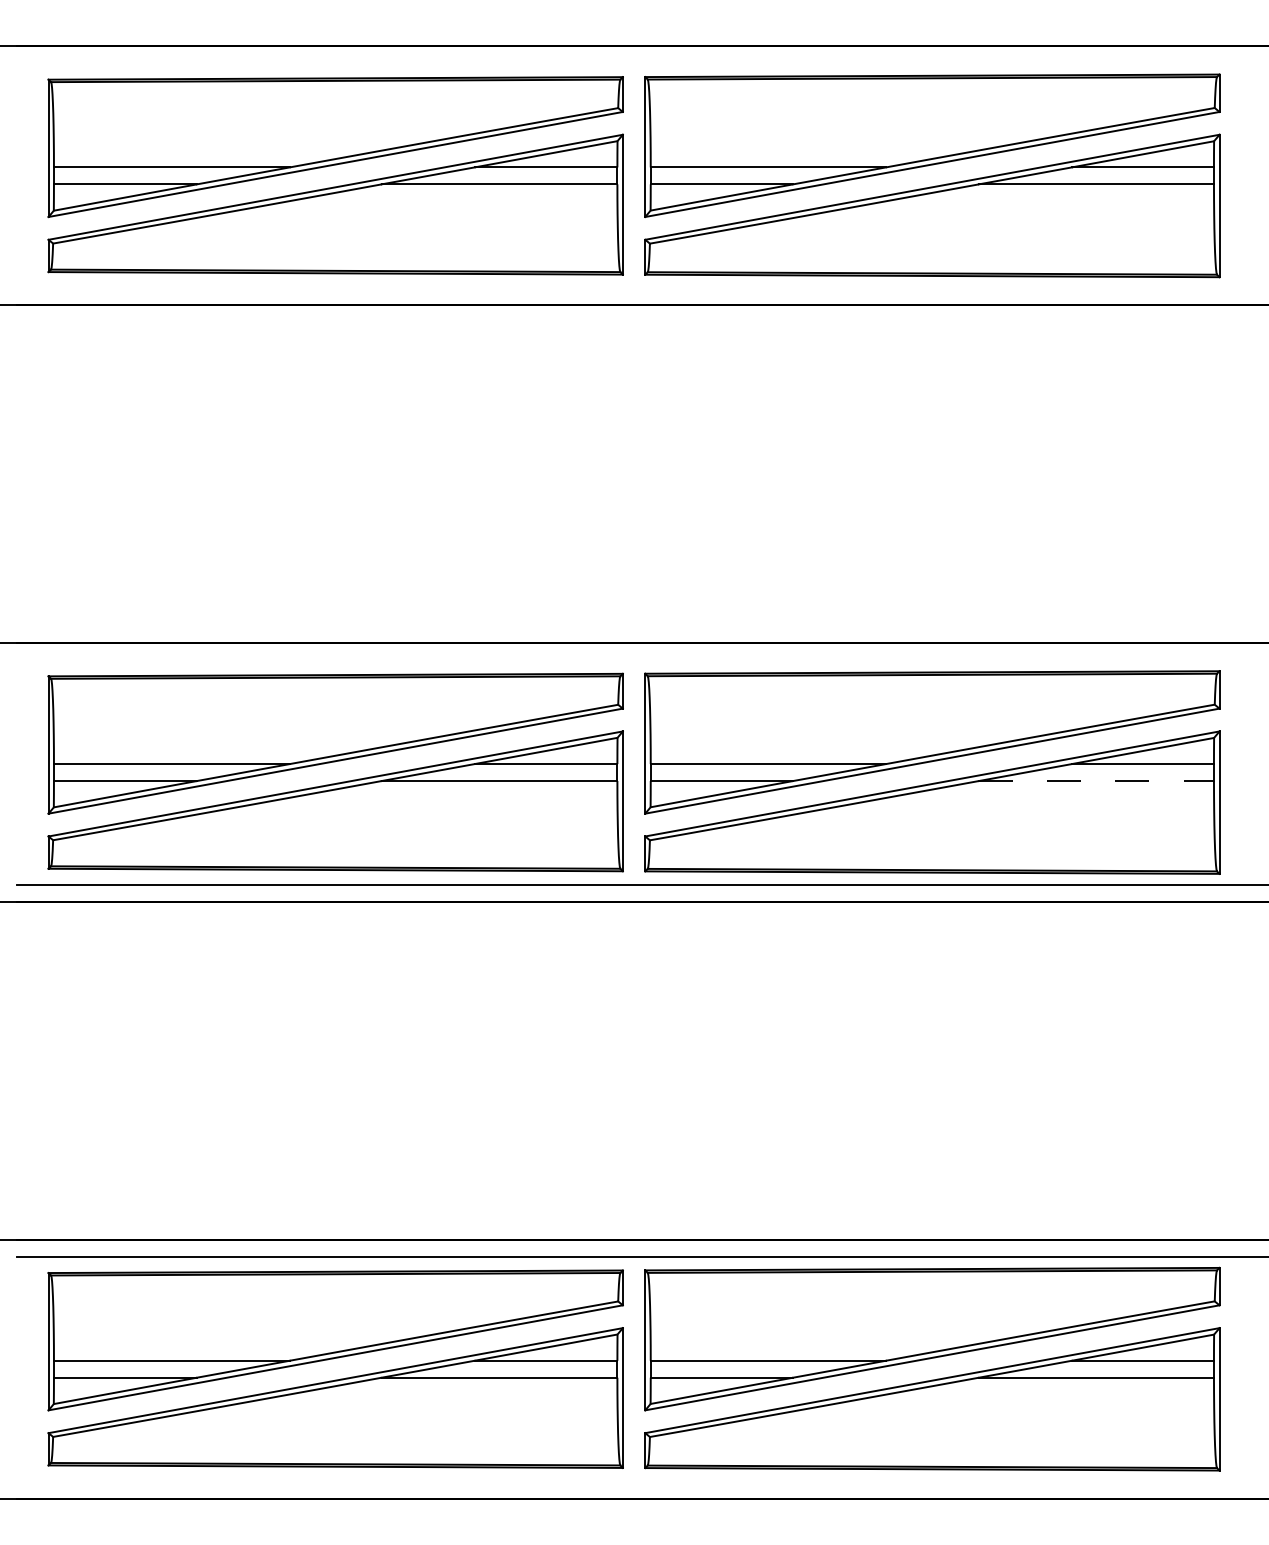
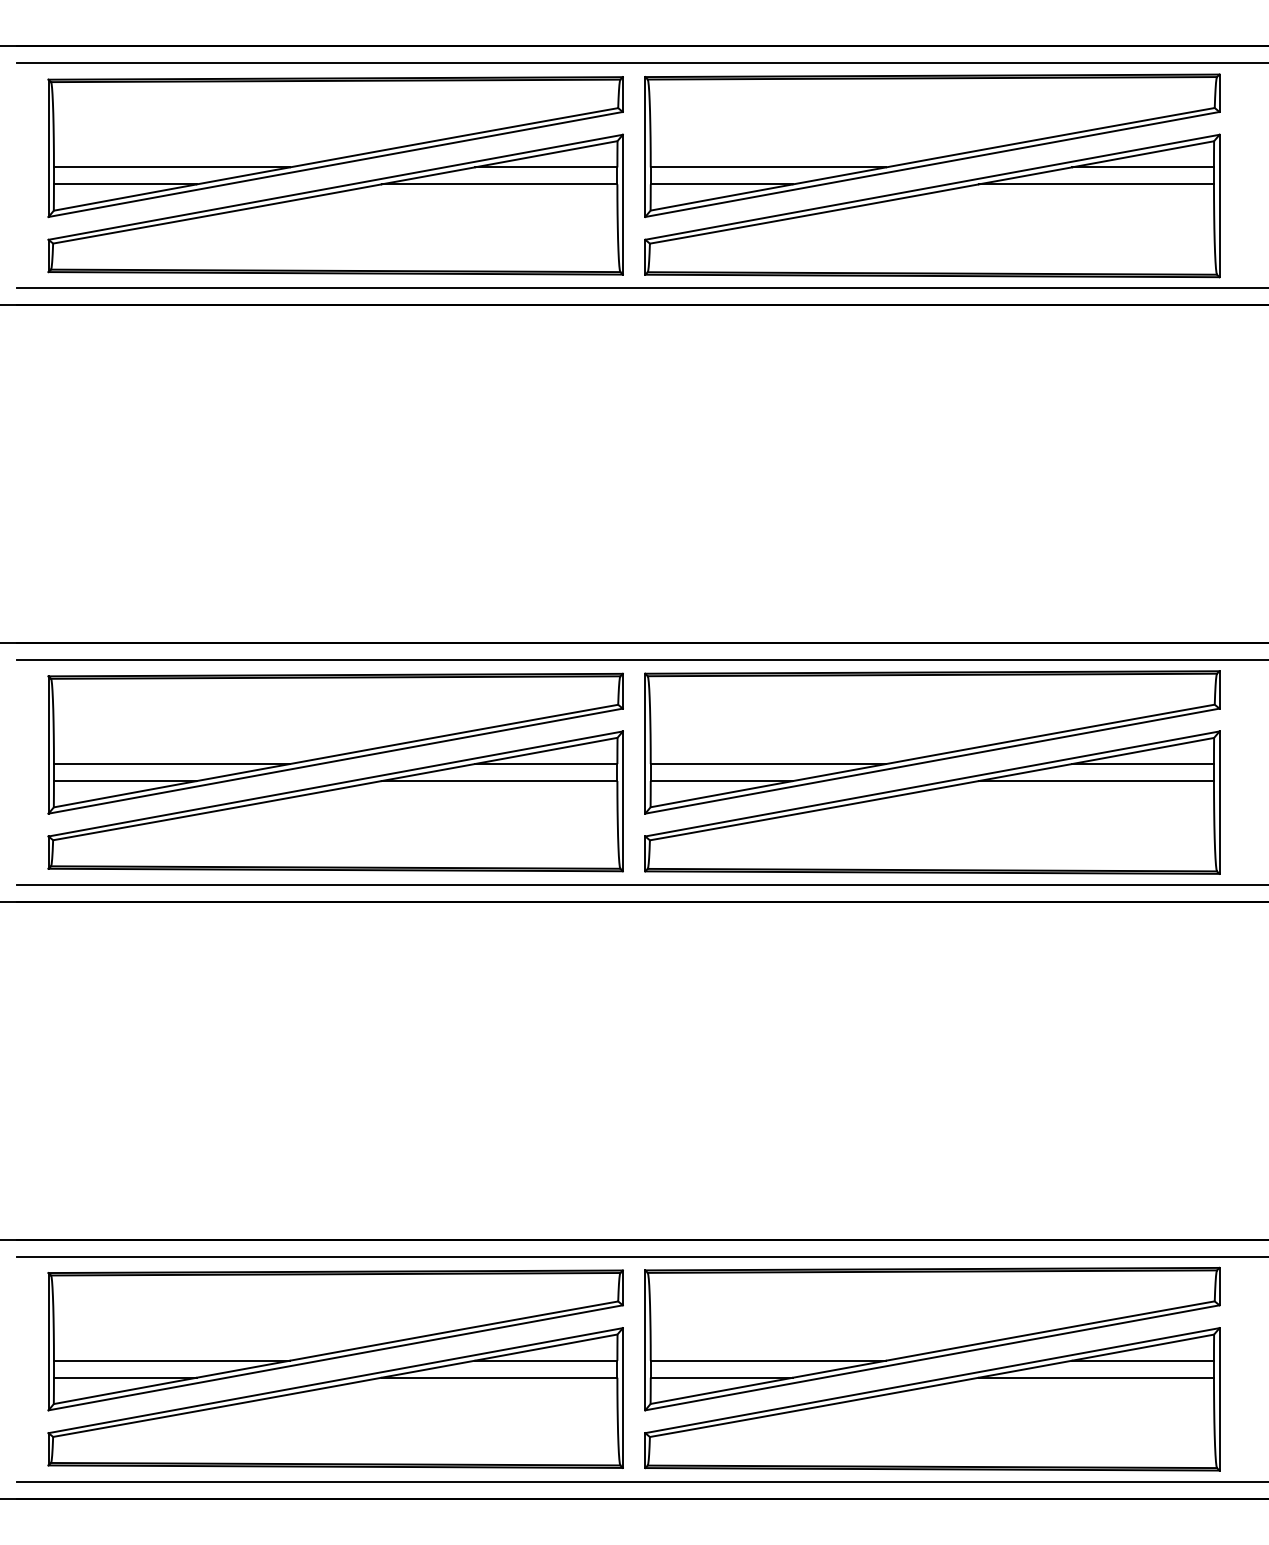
line at (640, 63): none -> present
line at (640, 288): none -> present
line at (640, 660): none -> present
line at (1096, 781): dashed -> solid
line at (640, 1481): none -> present
